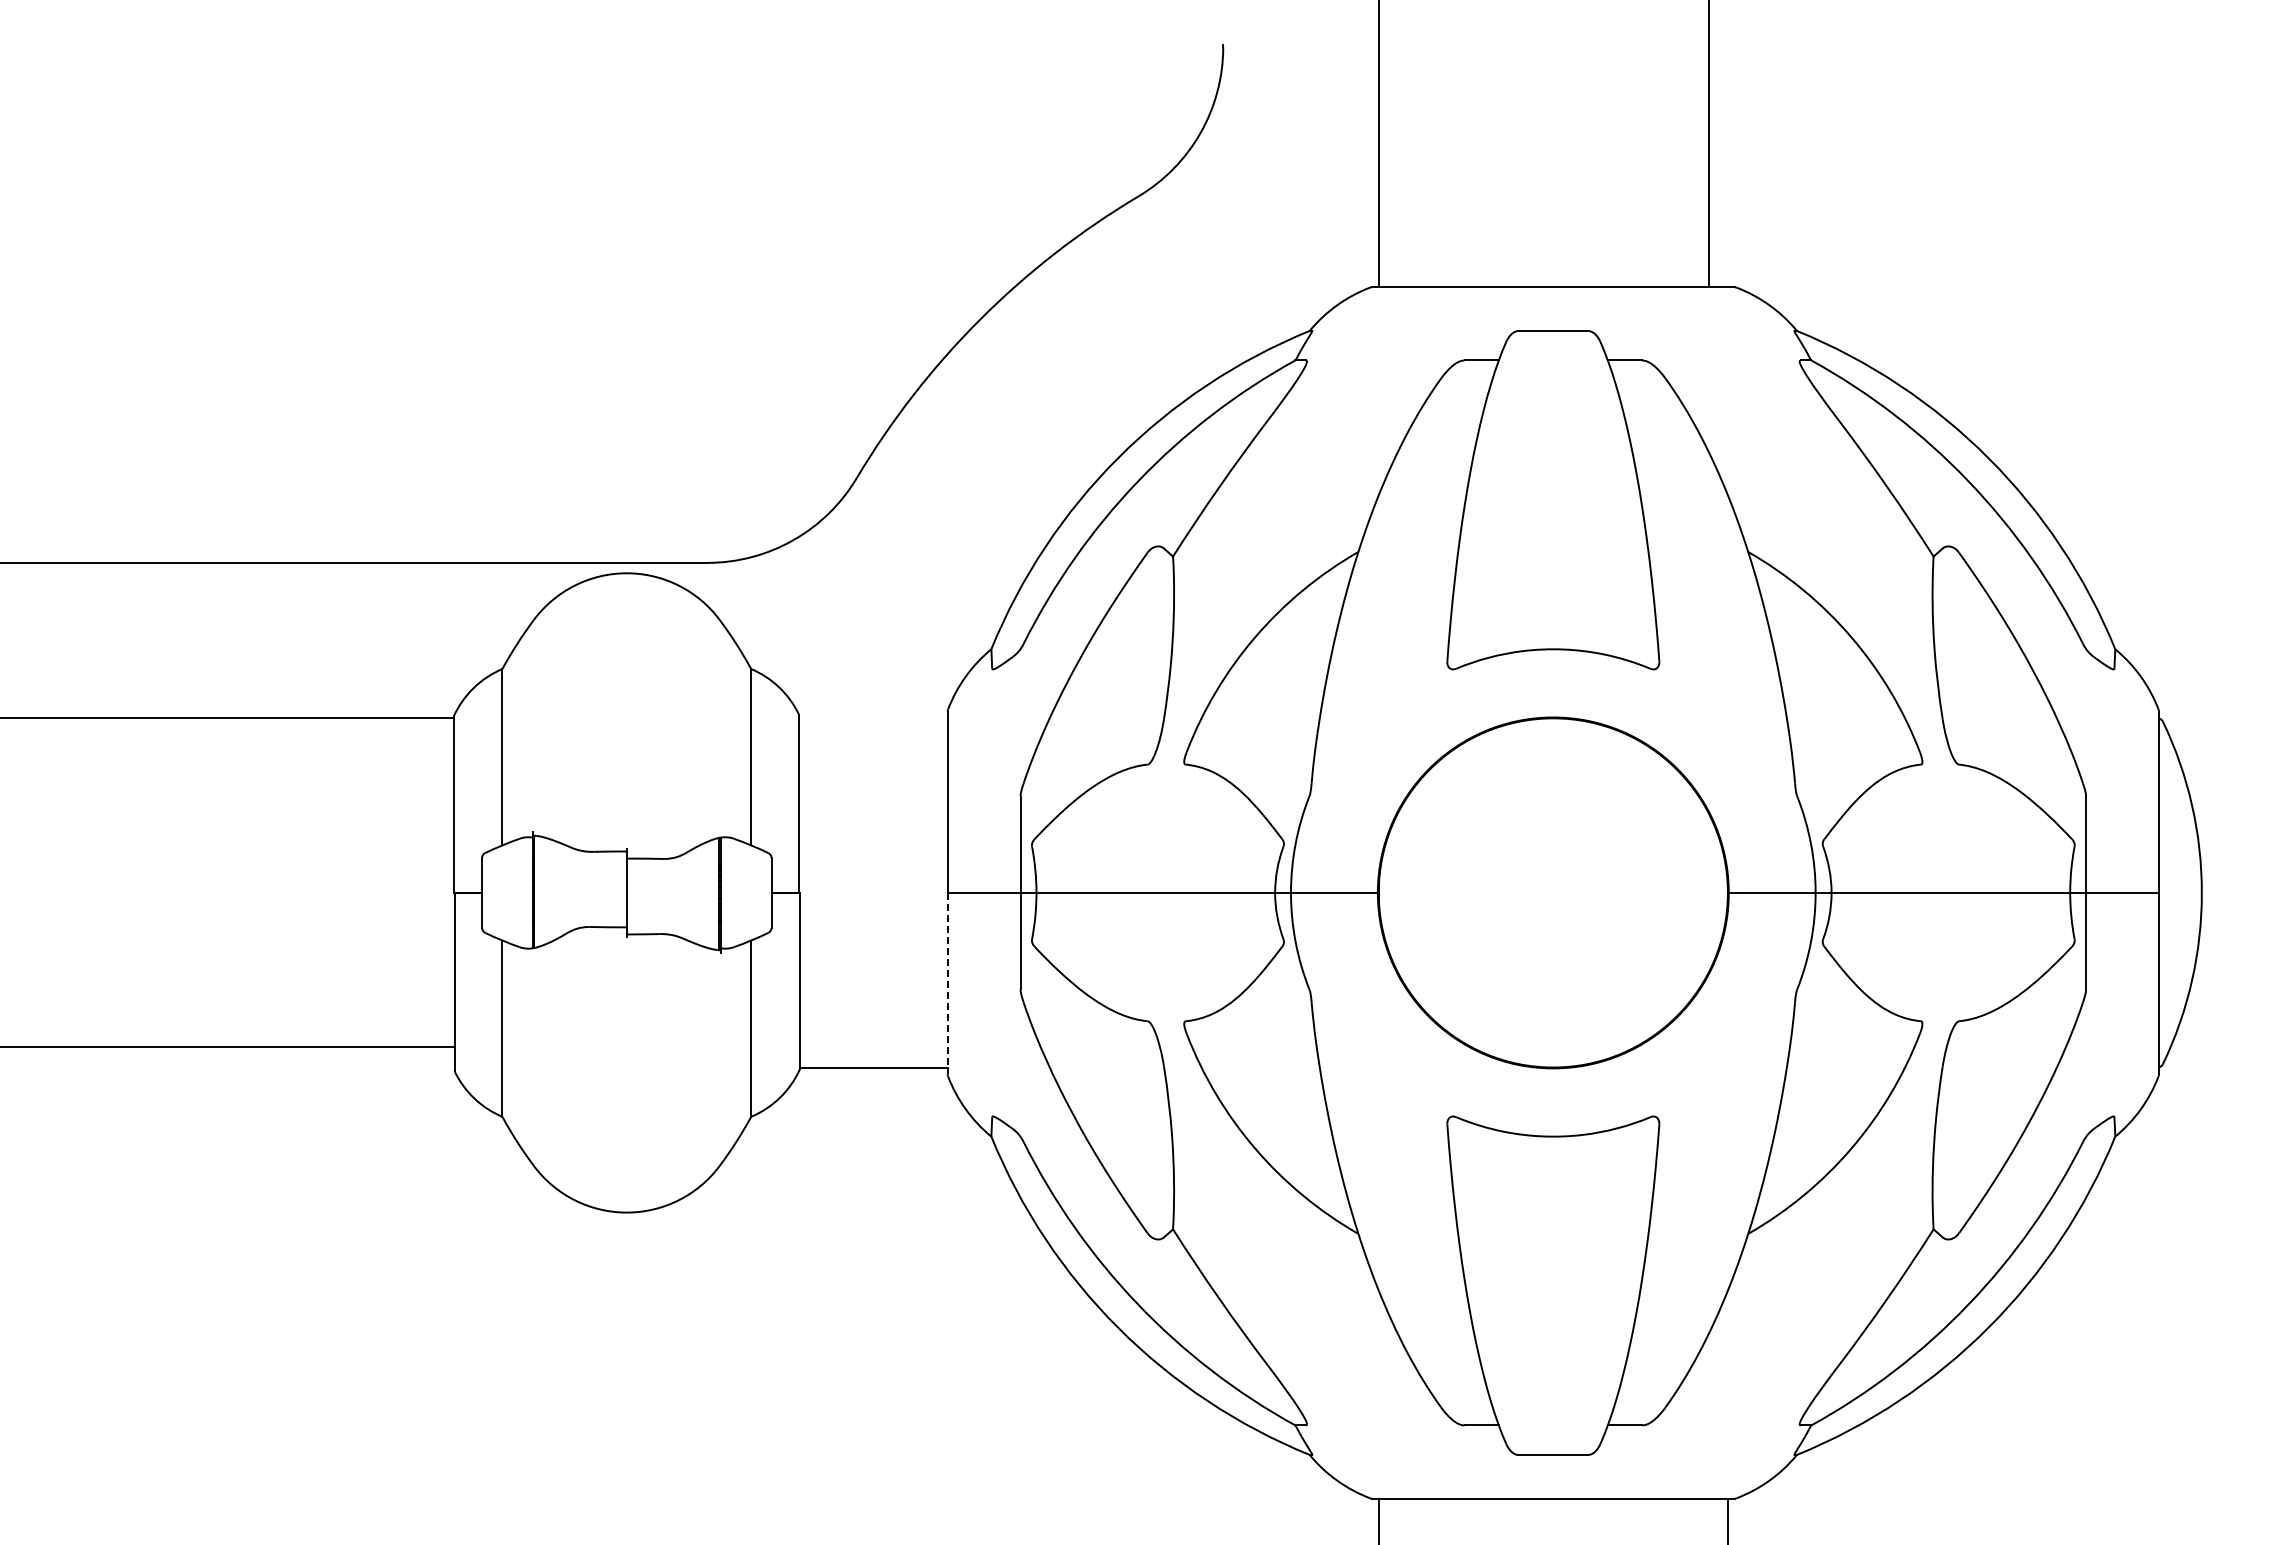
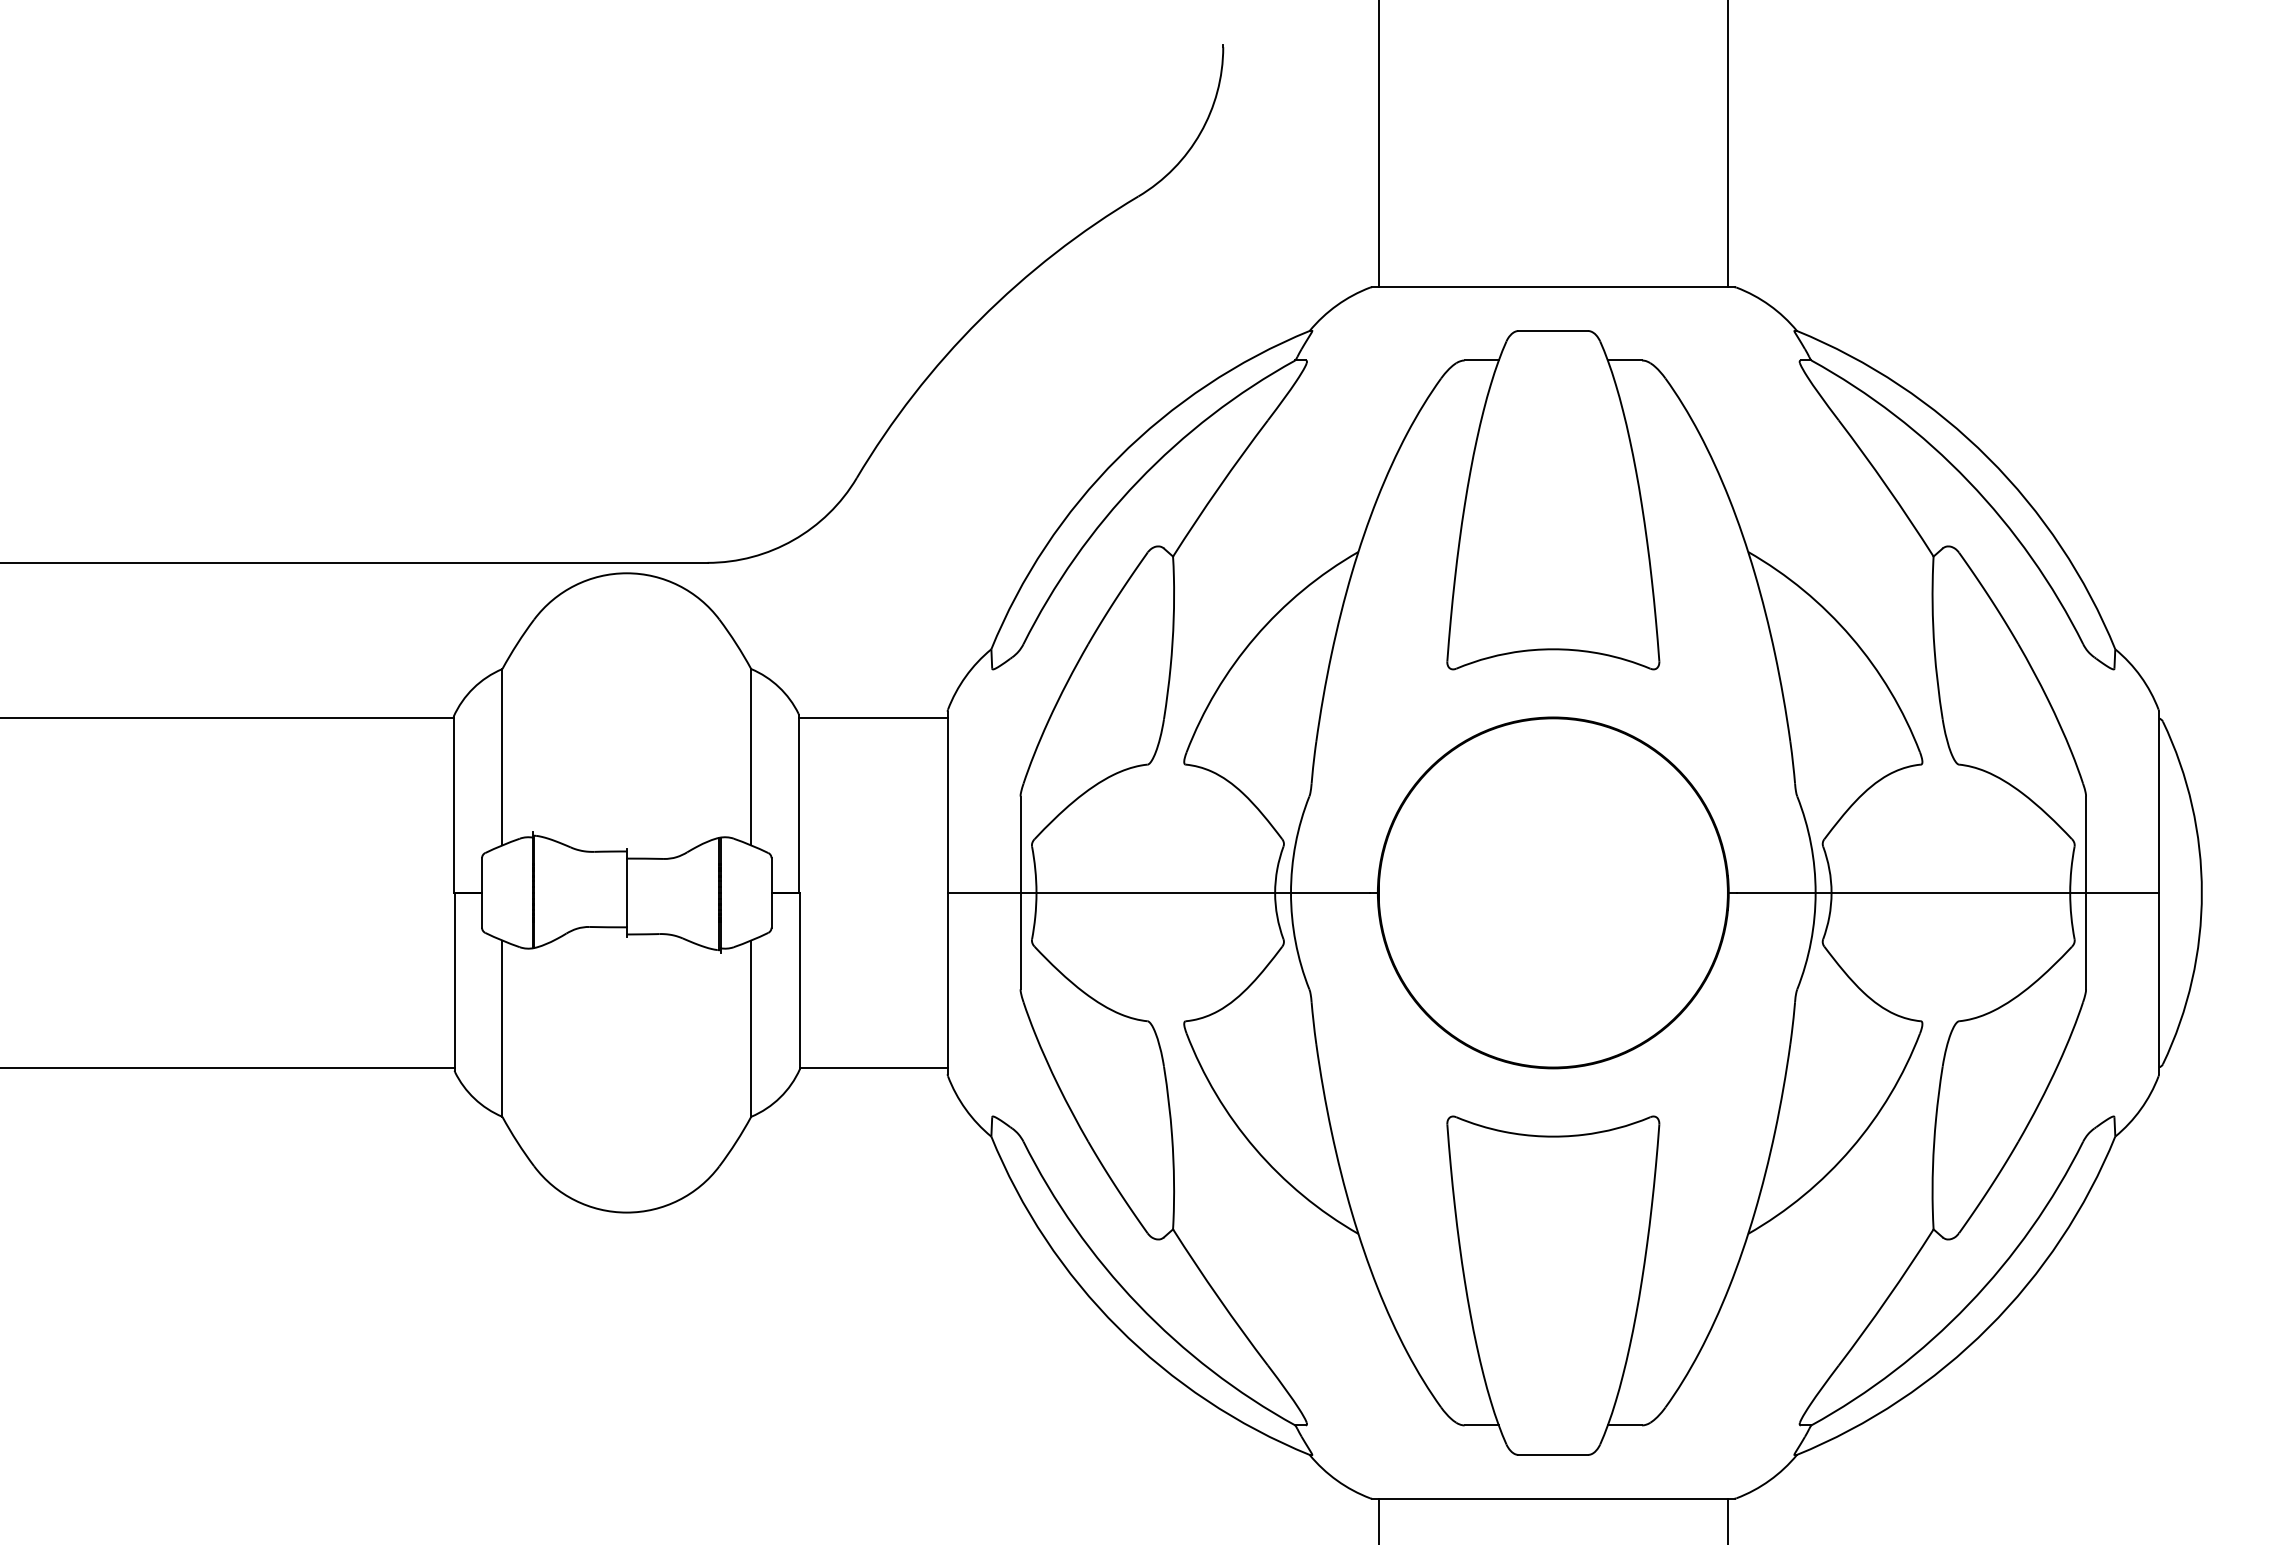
line at (1708, 144) position: (1708, 144) -> (1727, 144)
line at (872, 718): none -> present
line at (947, 983): dashed -> solid
line at (228, 1046) position: (228, 1046) -> (228, 1067)
